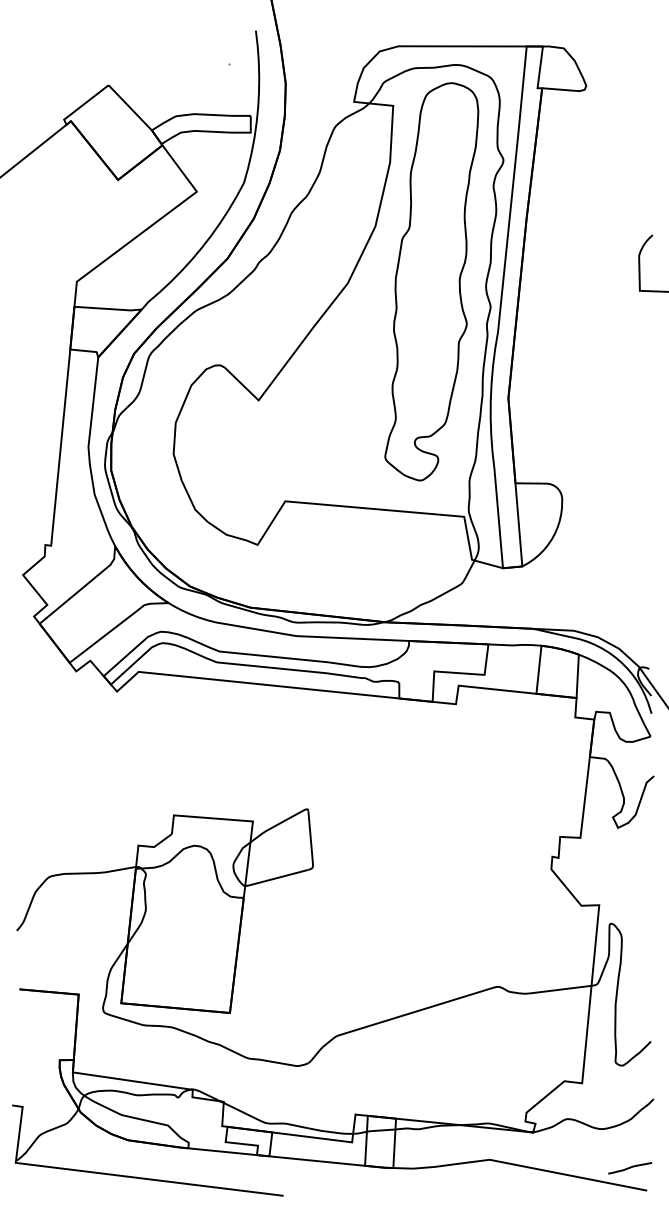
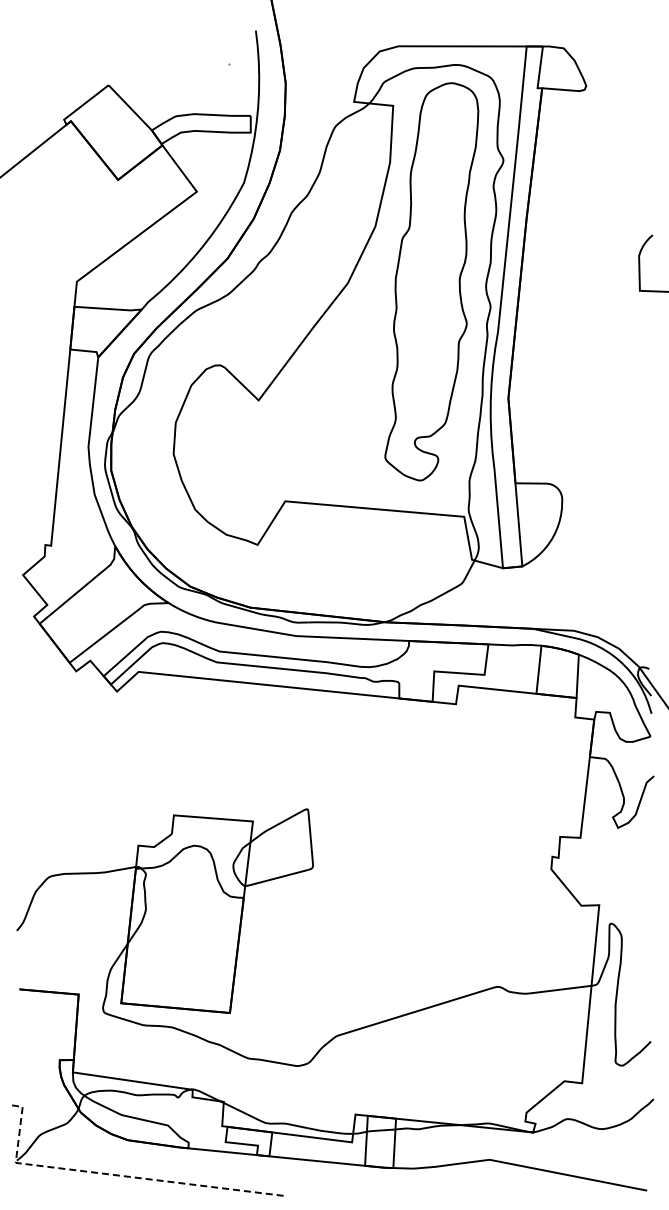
curve at (630, 1168): present -> none
line at (114, 1175): solid -> dashed
